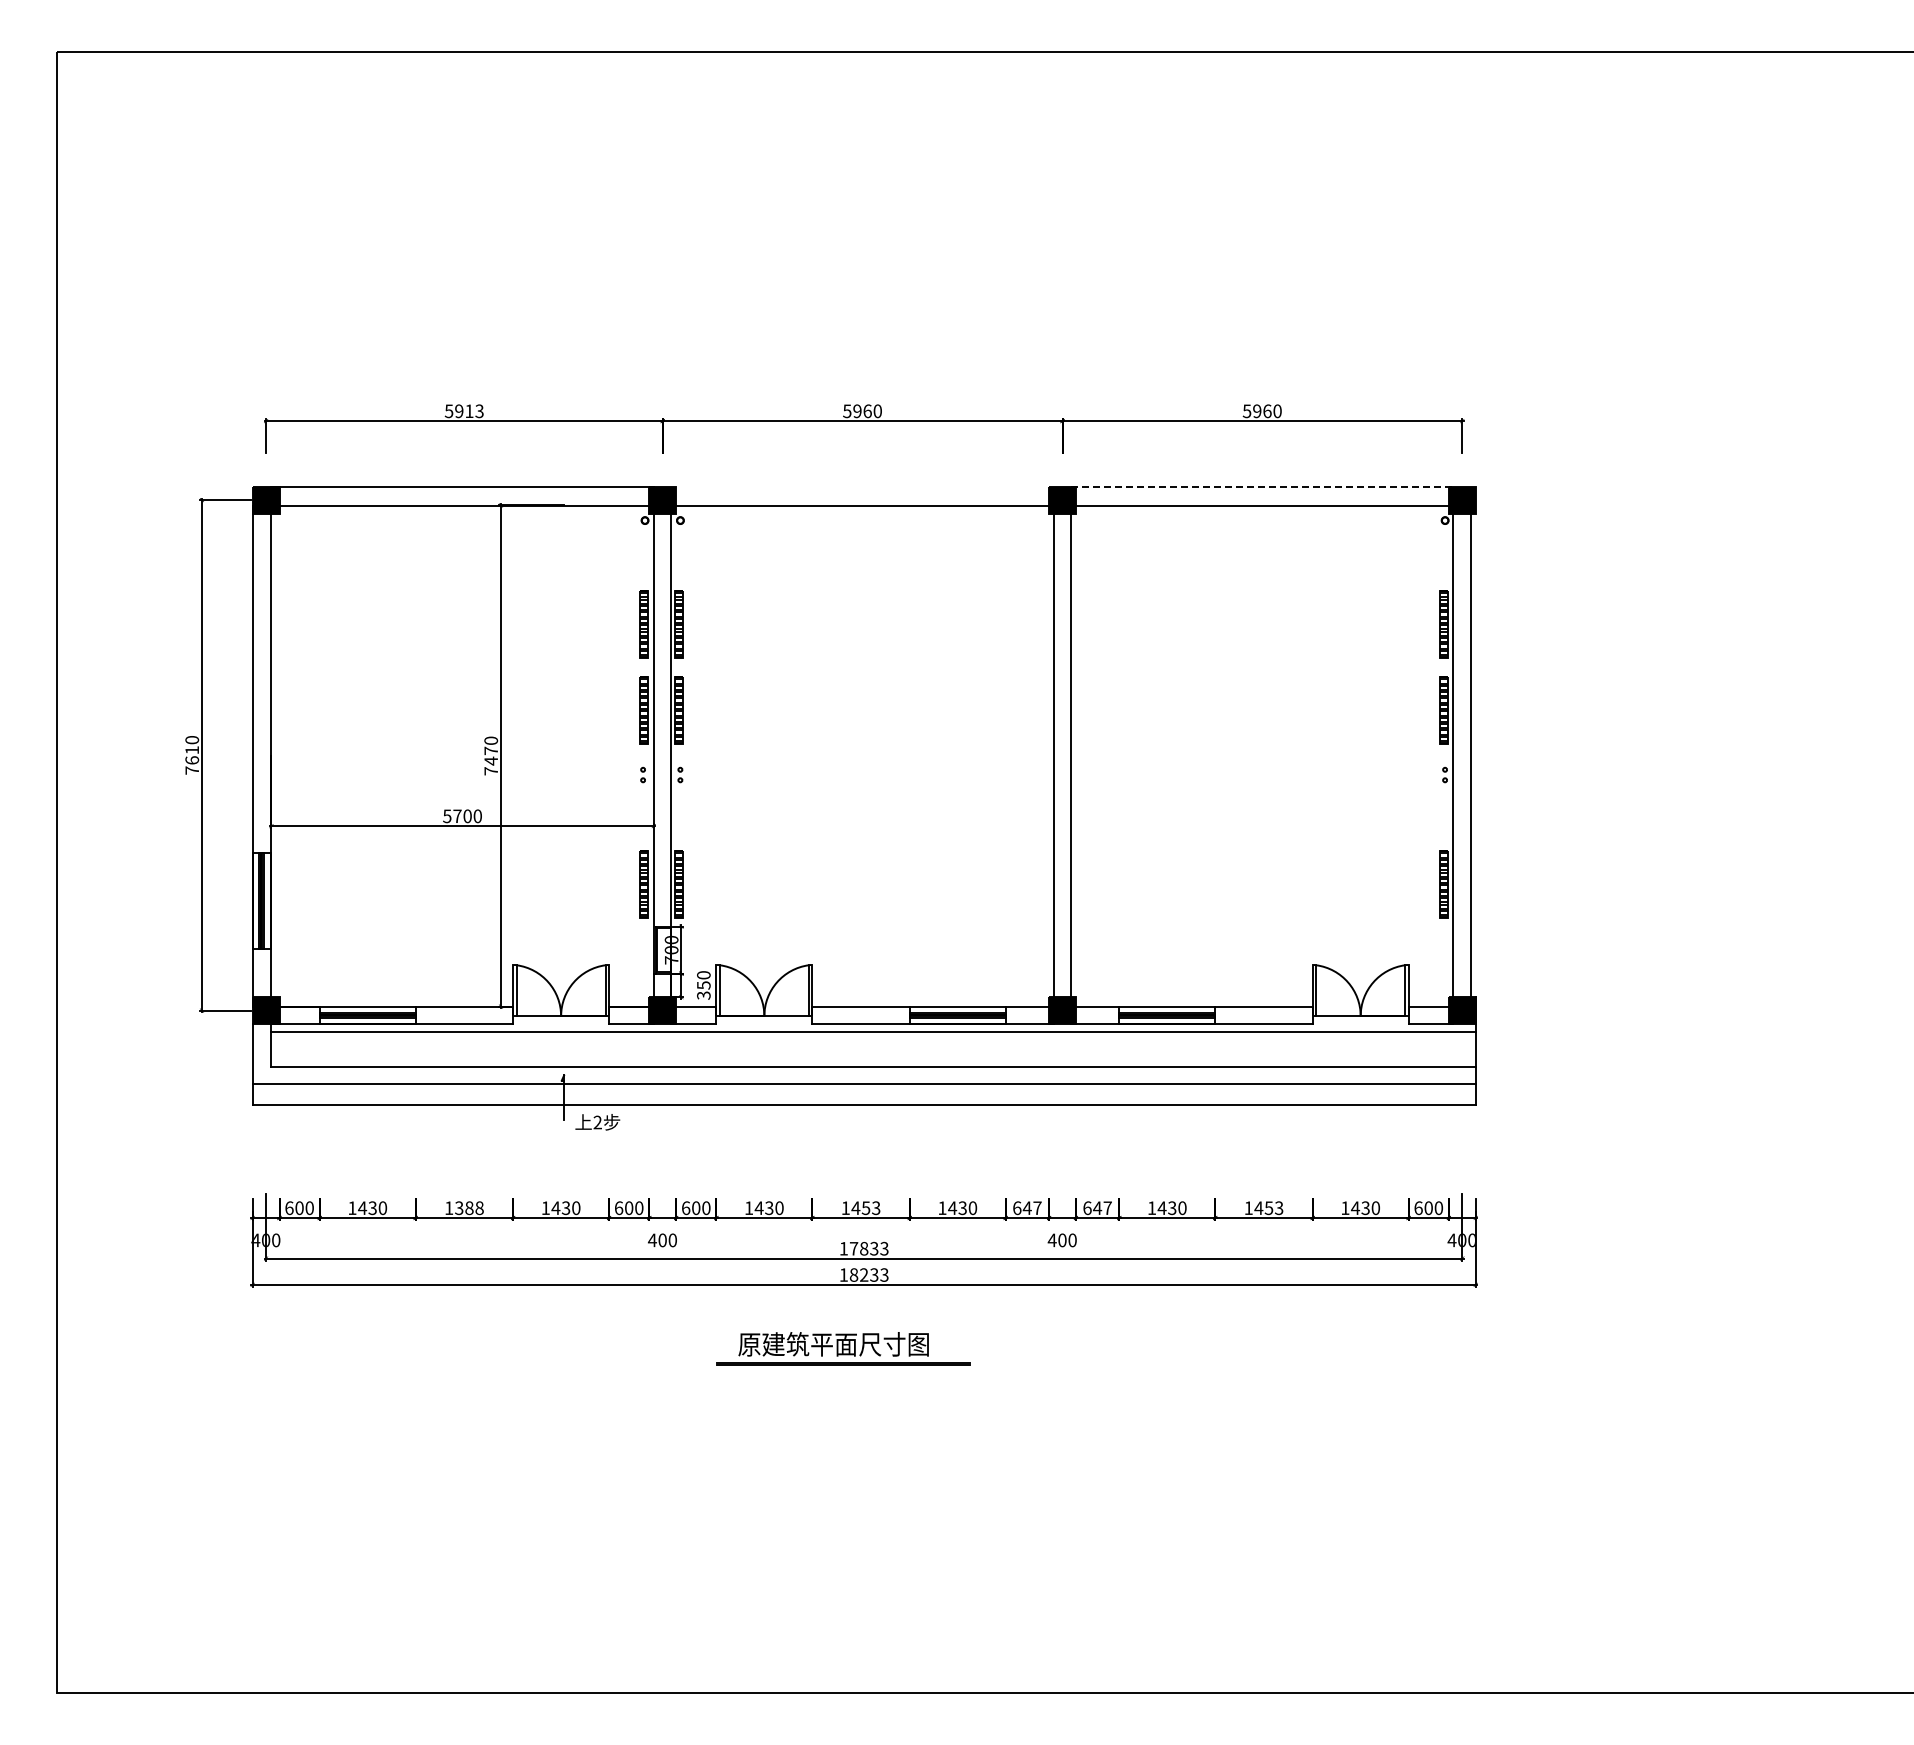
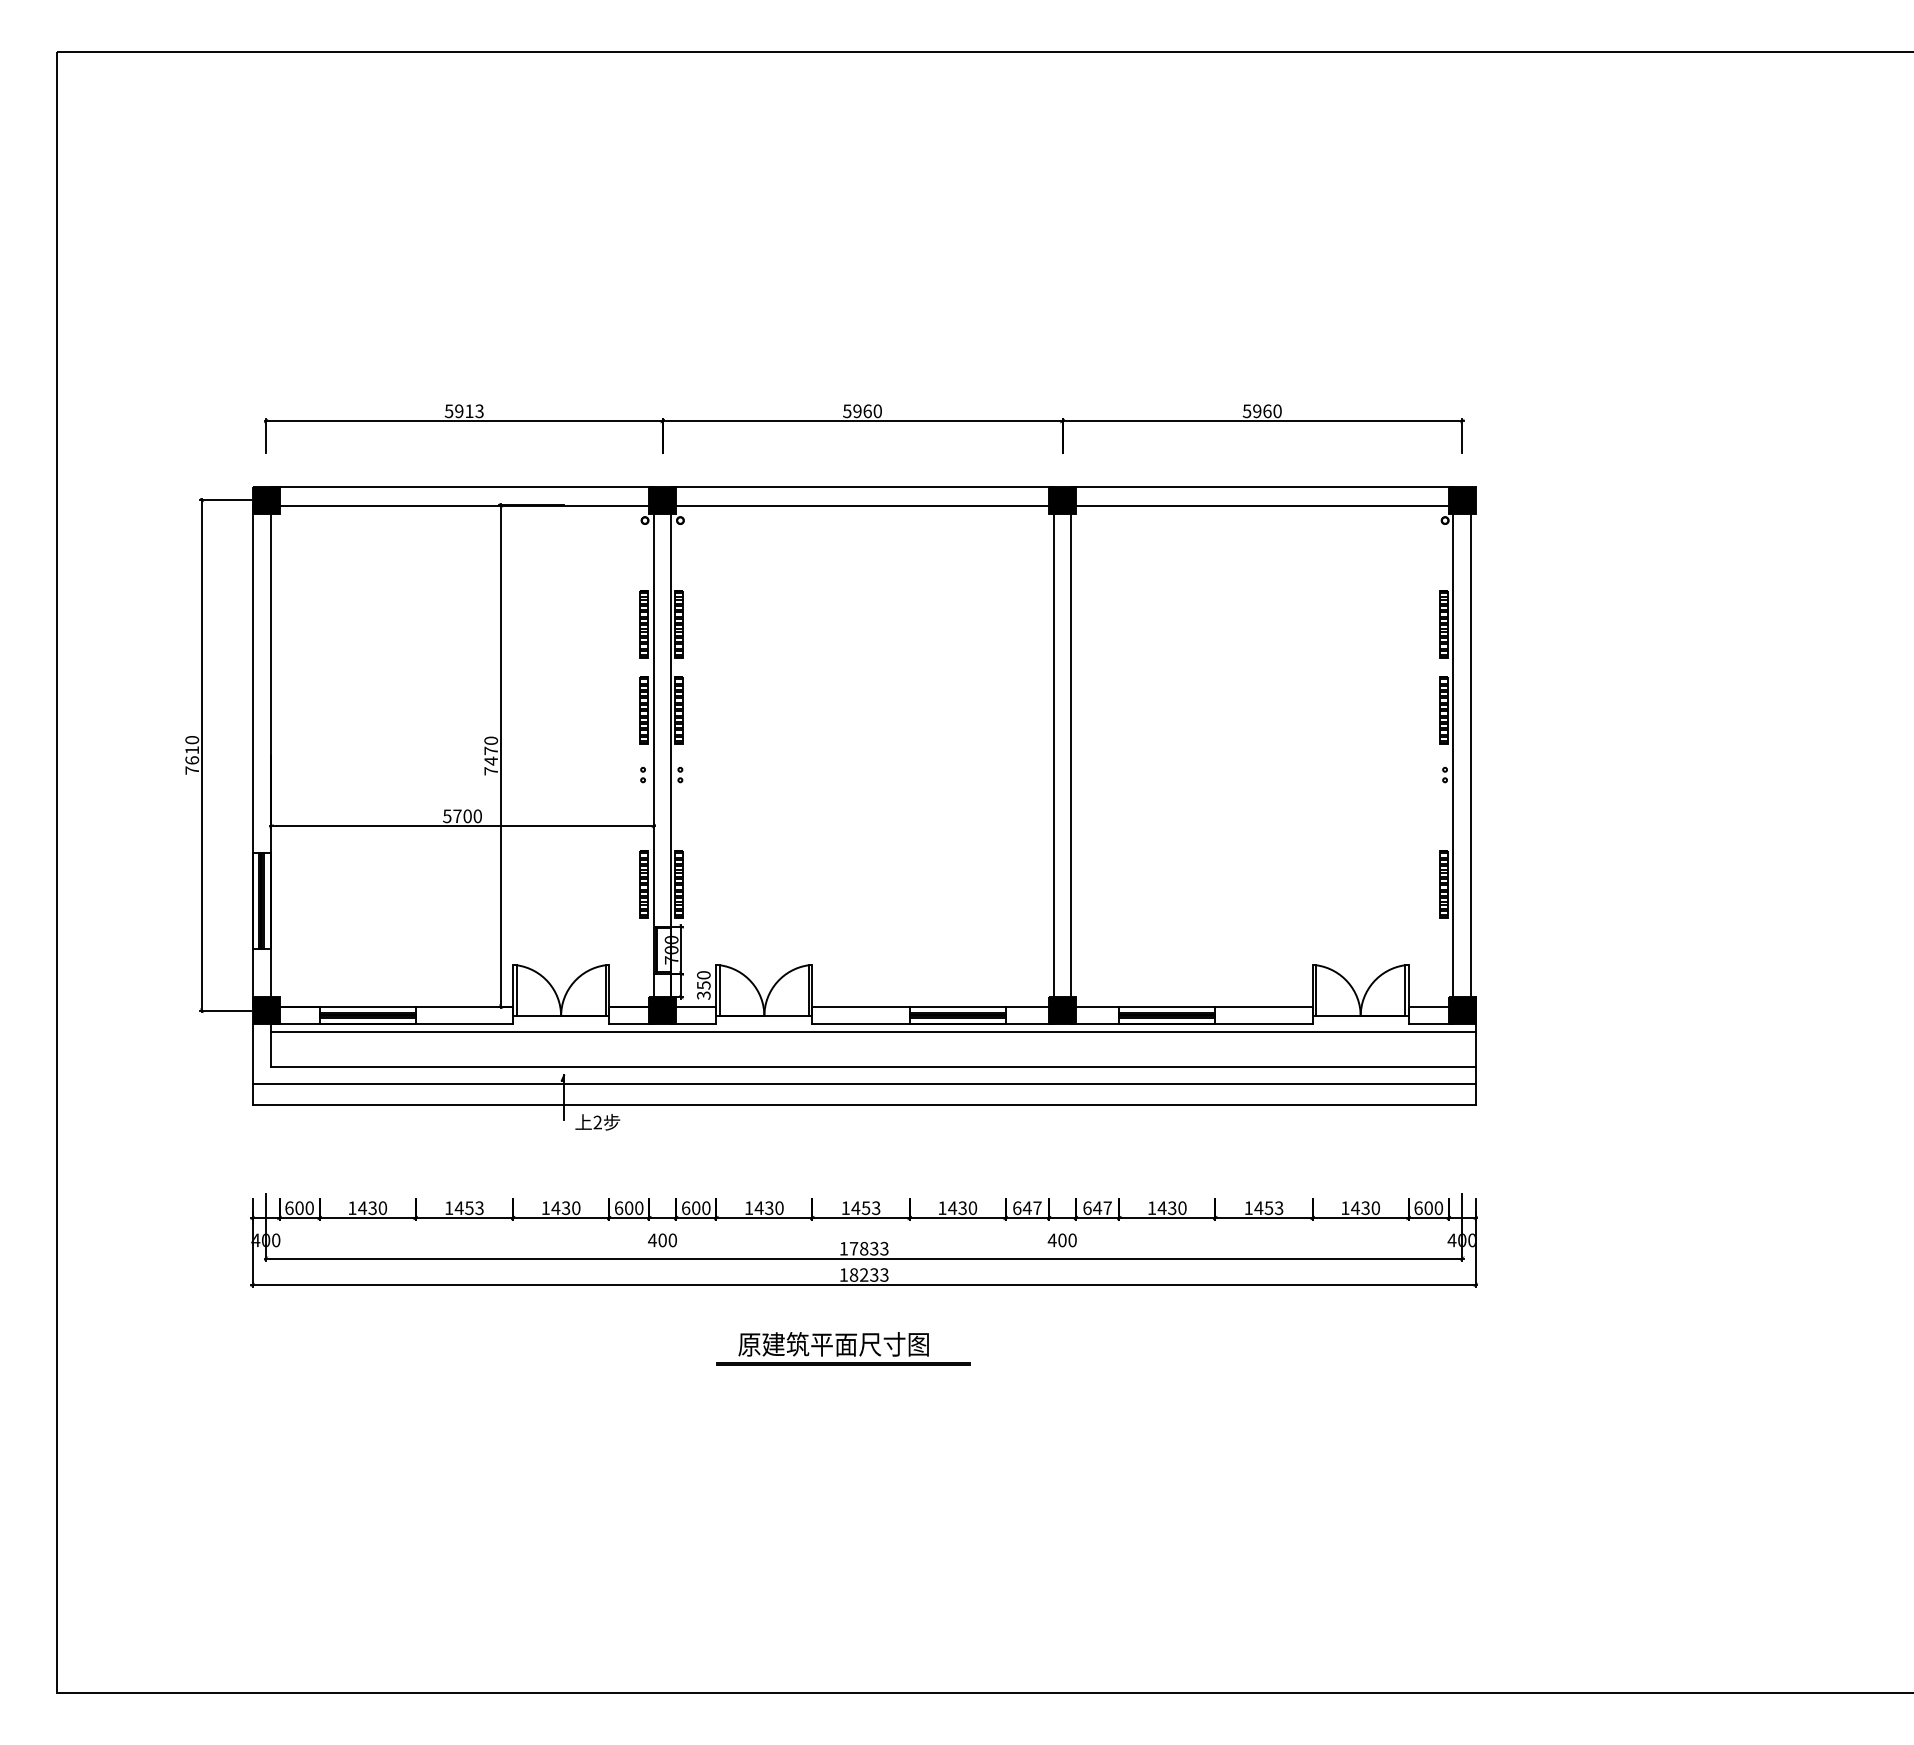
line at (862, 486): none -> present
line at (1262, 486): dashed -> solid
text at (468, 1208): 1388 -> 1453
